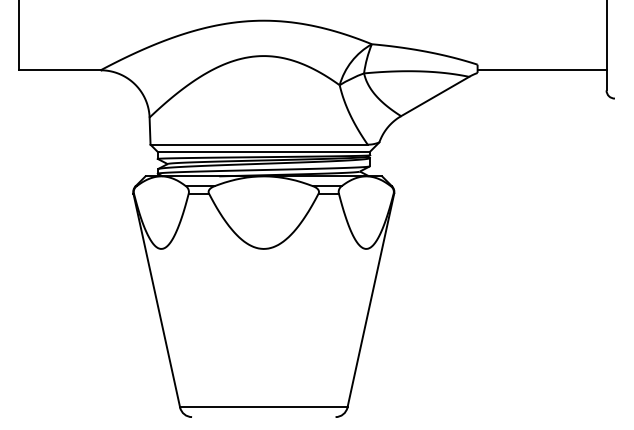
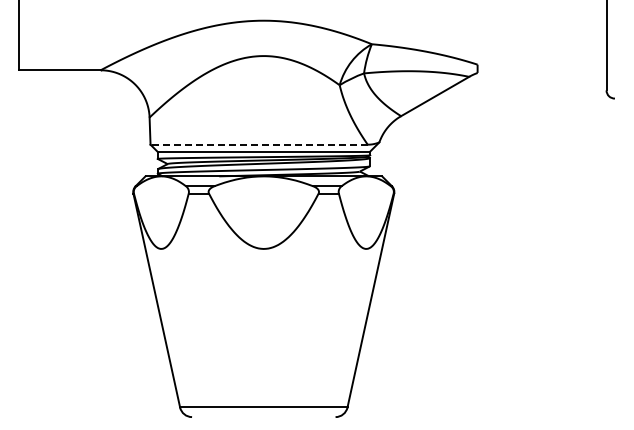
line at (541, 70): present -> none
line at (259, 144): solid -> dashed
